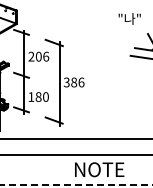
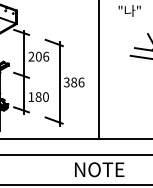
text at (129, 18) position: (129, 18) -> (129, 10)
line at (99, 70): none -> present
line at (76, 184): dashed -> solid
